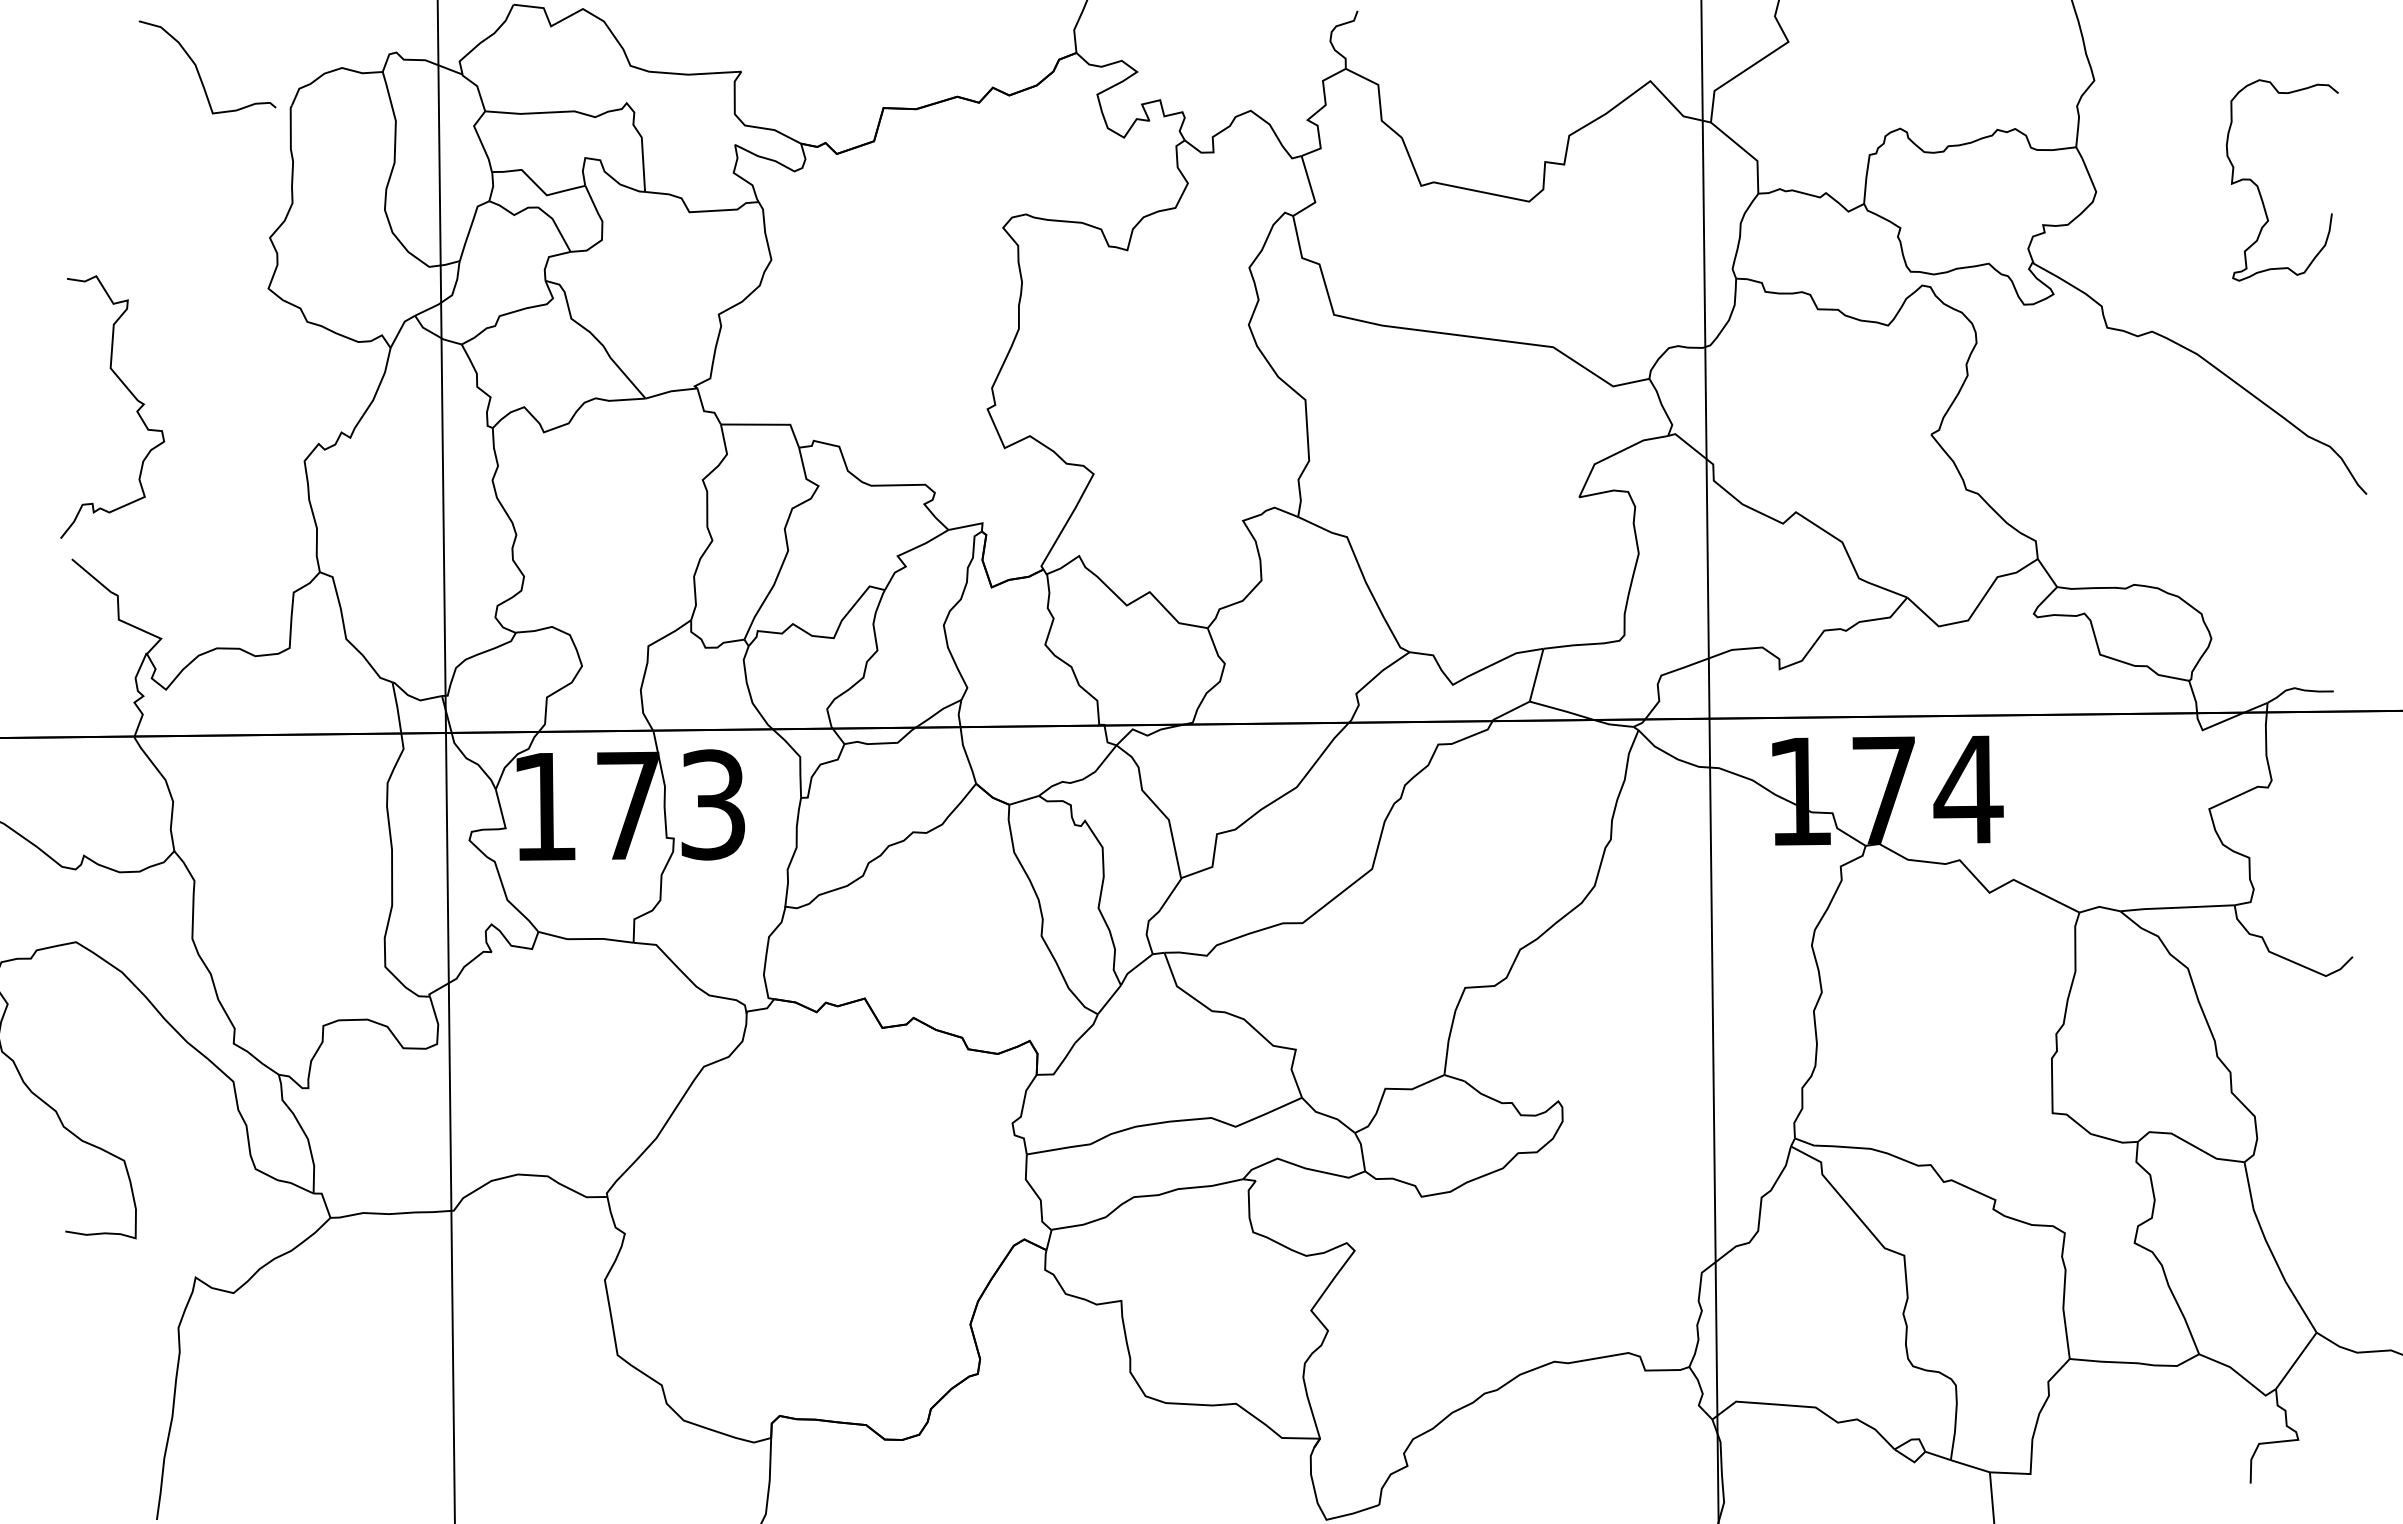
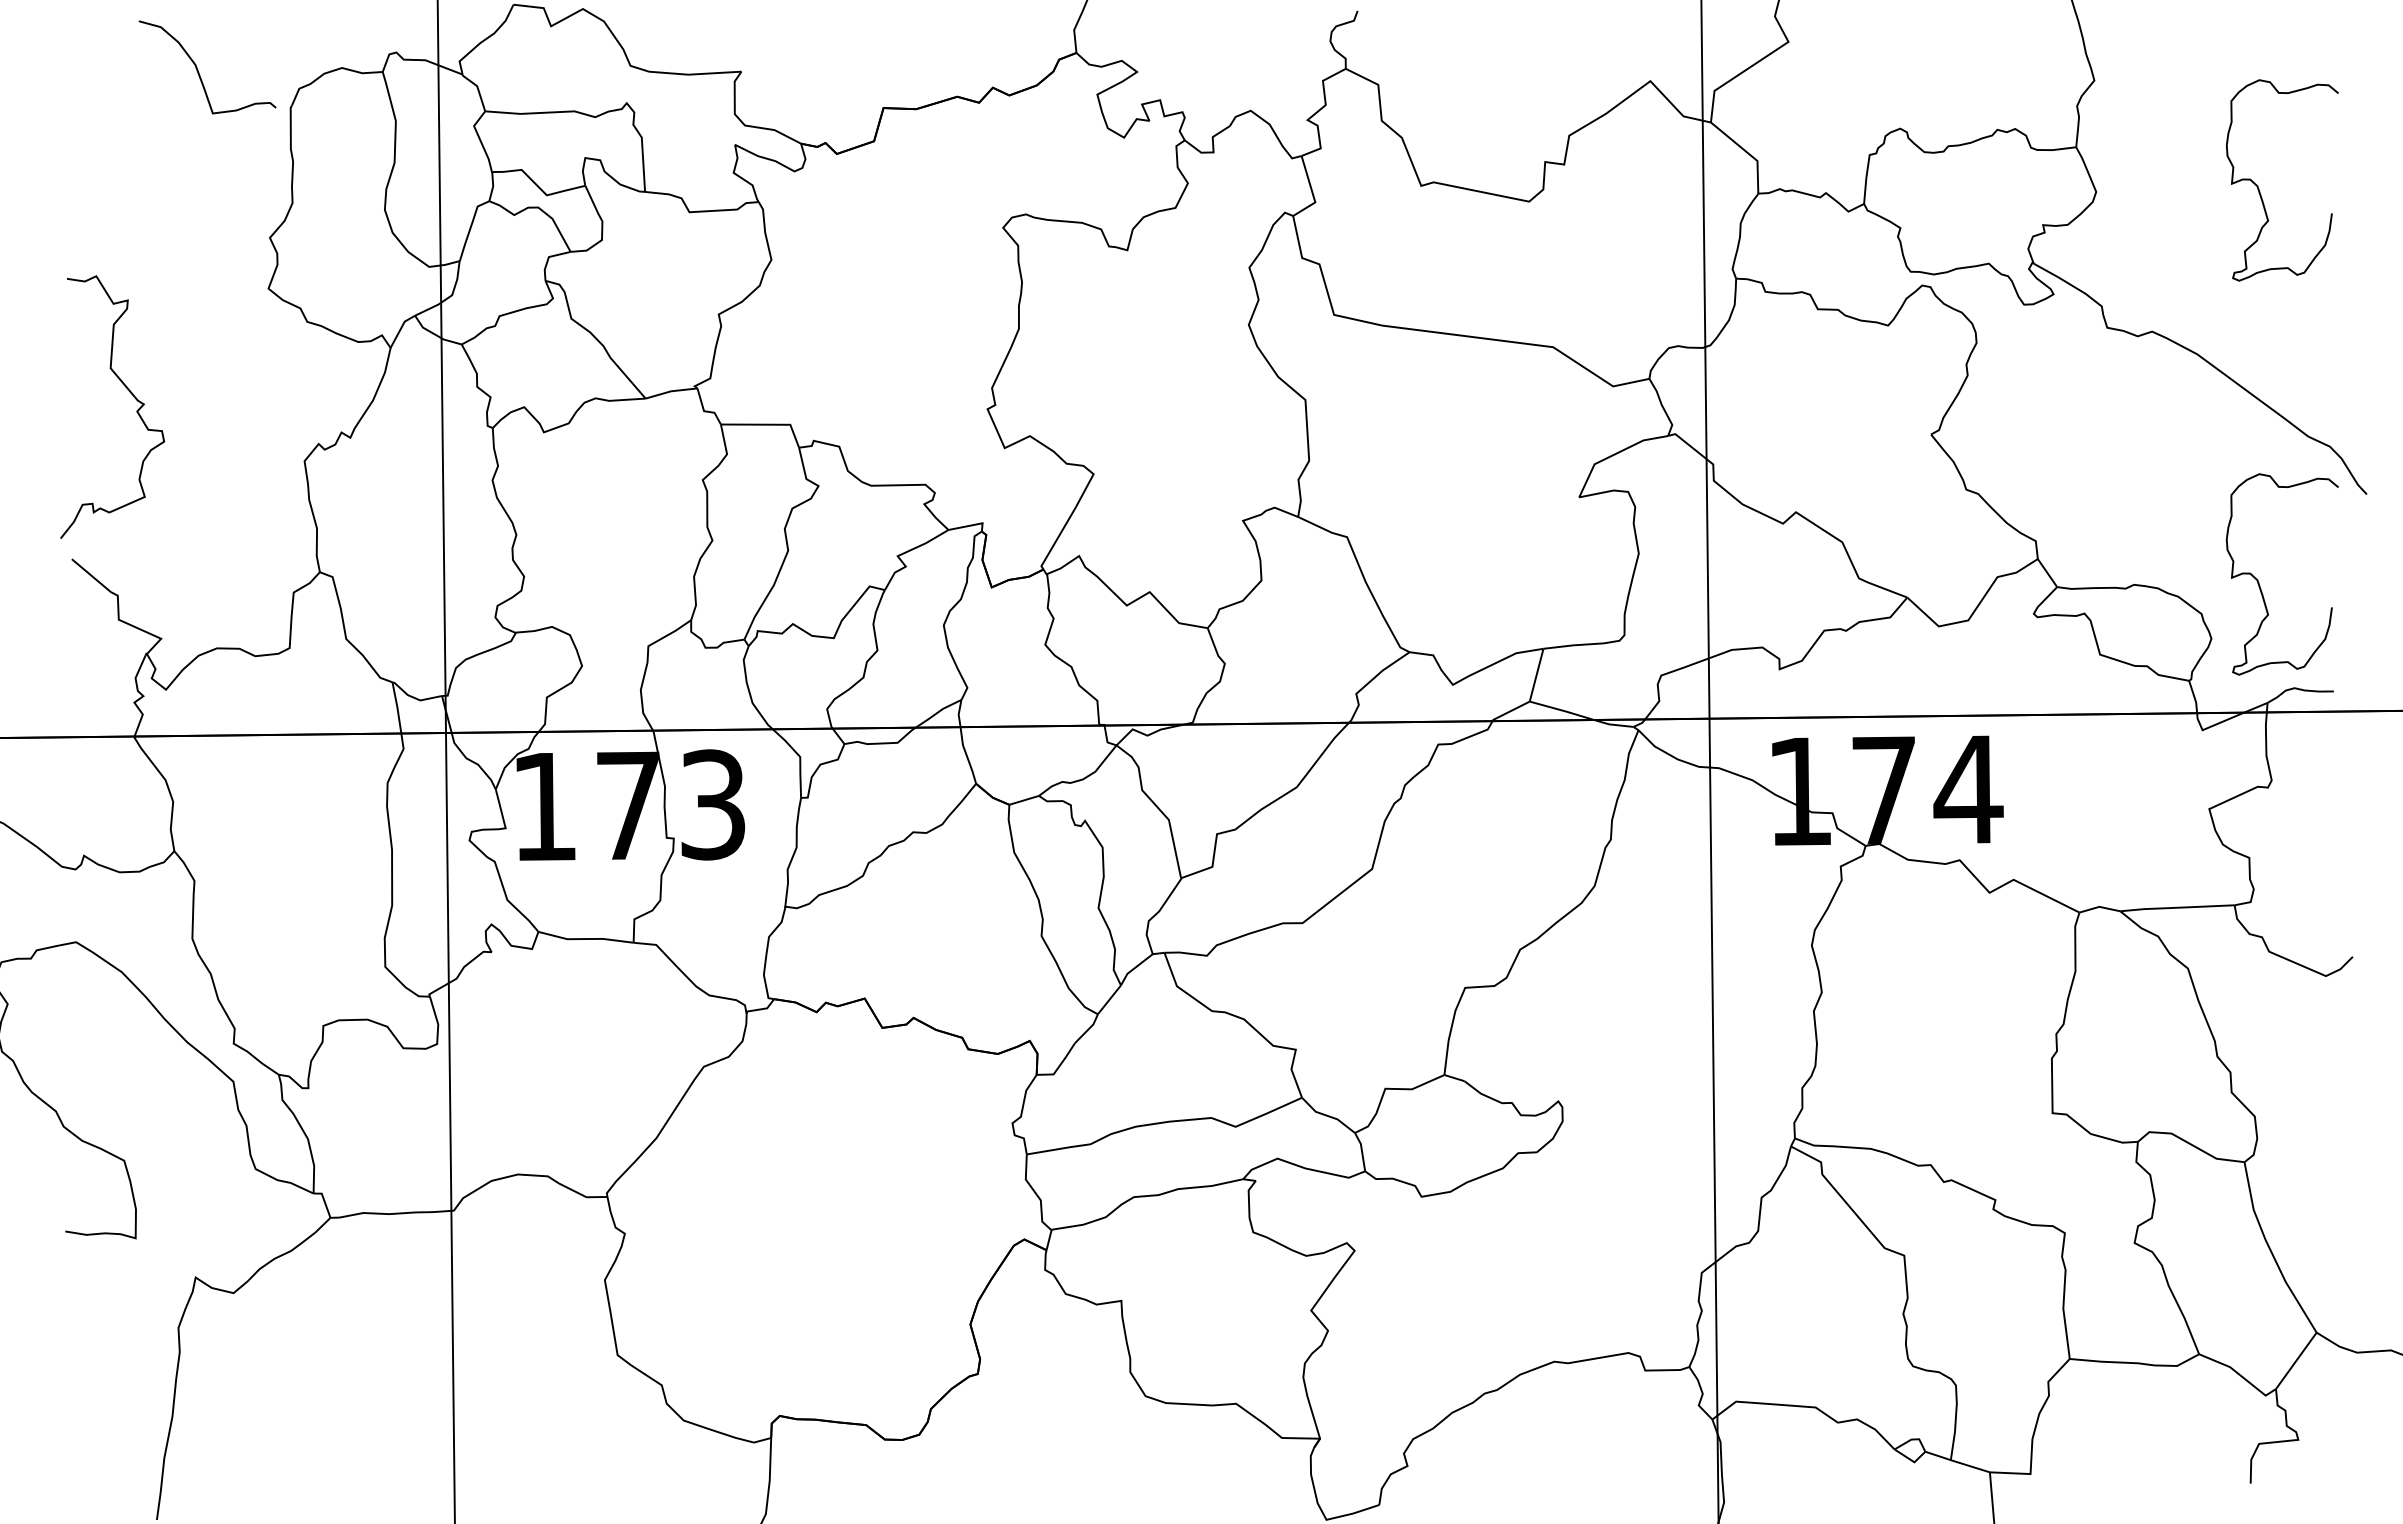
curve at (2259, 582): none -> present
